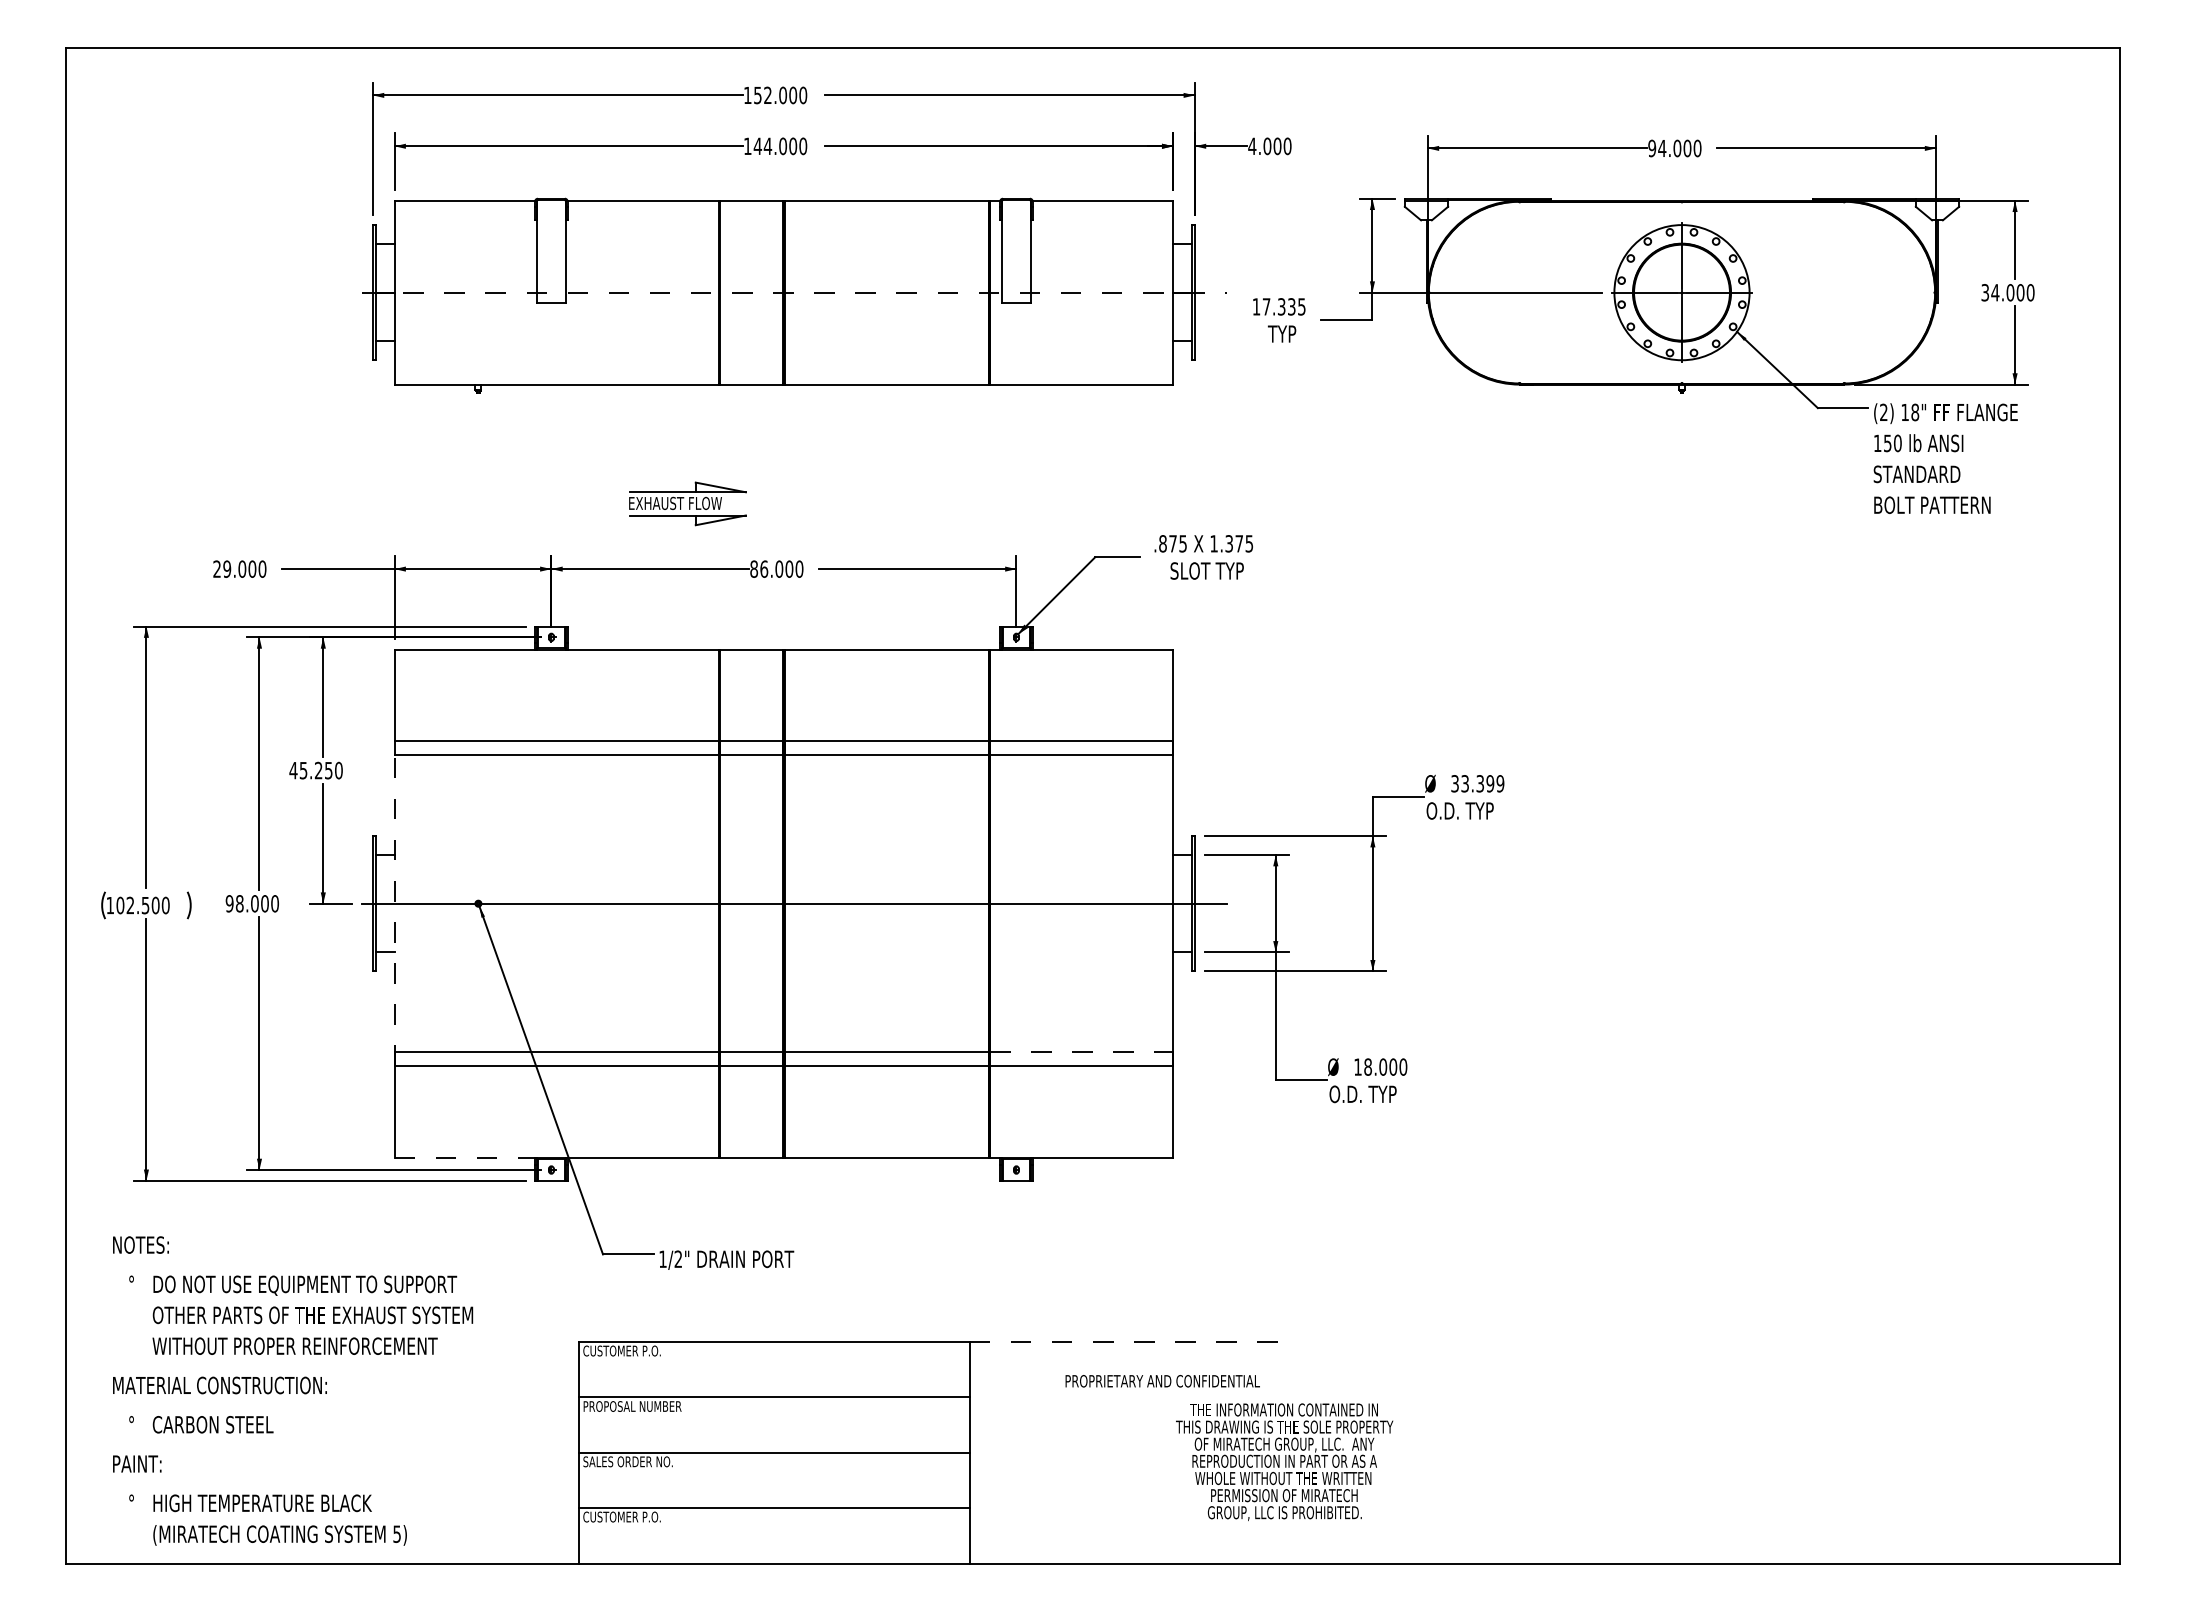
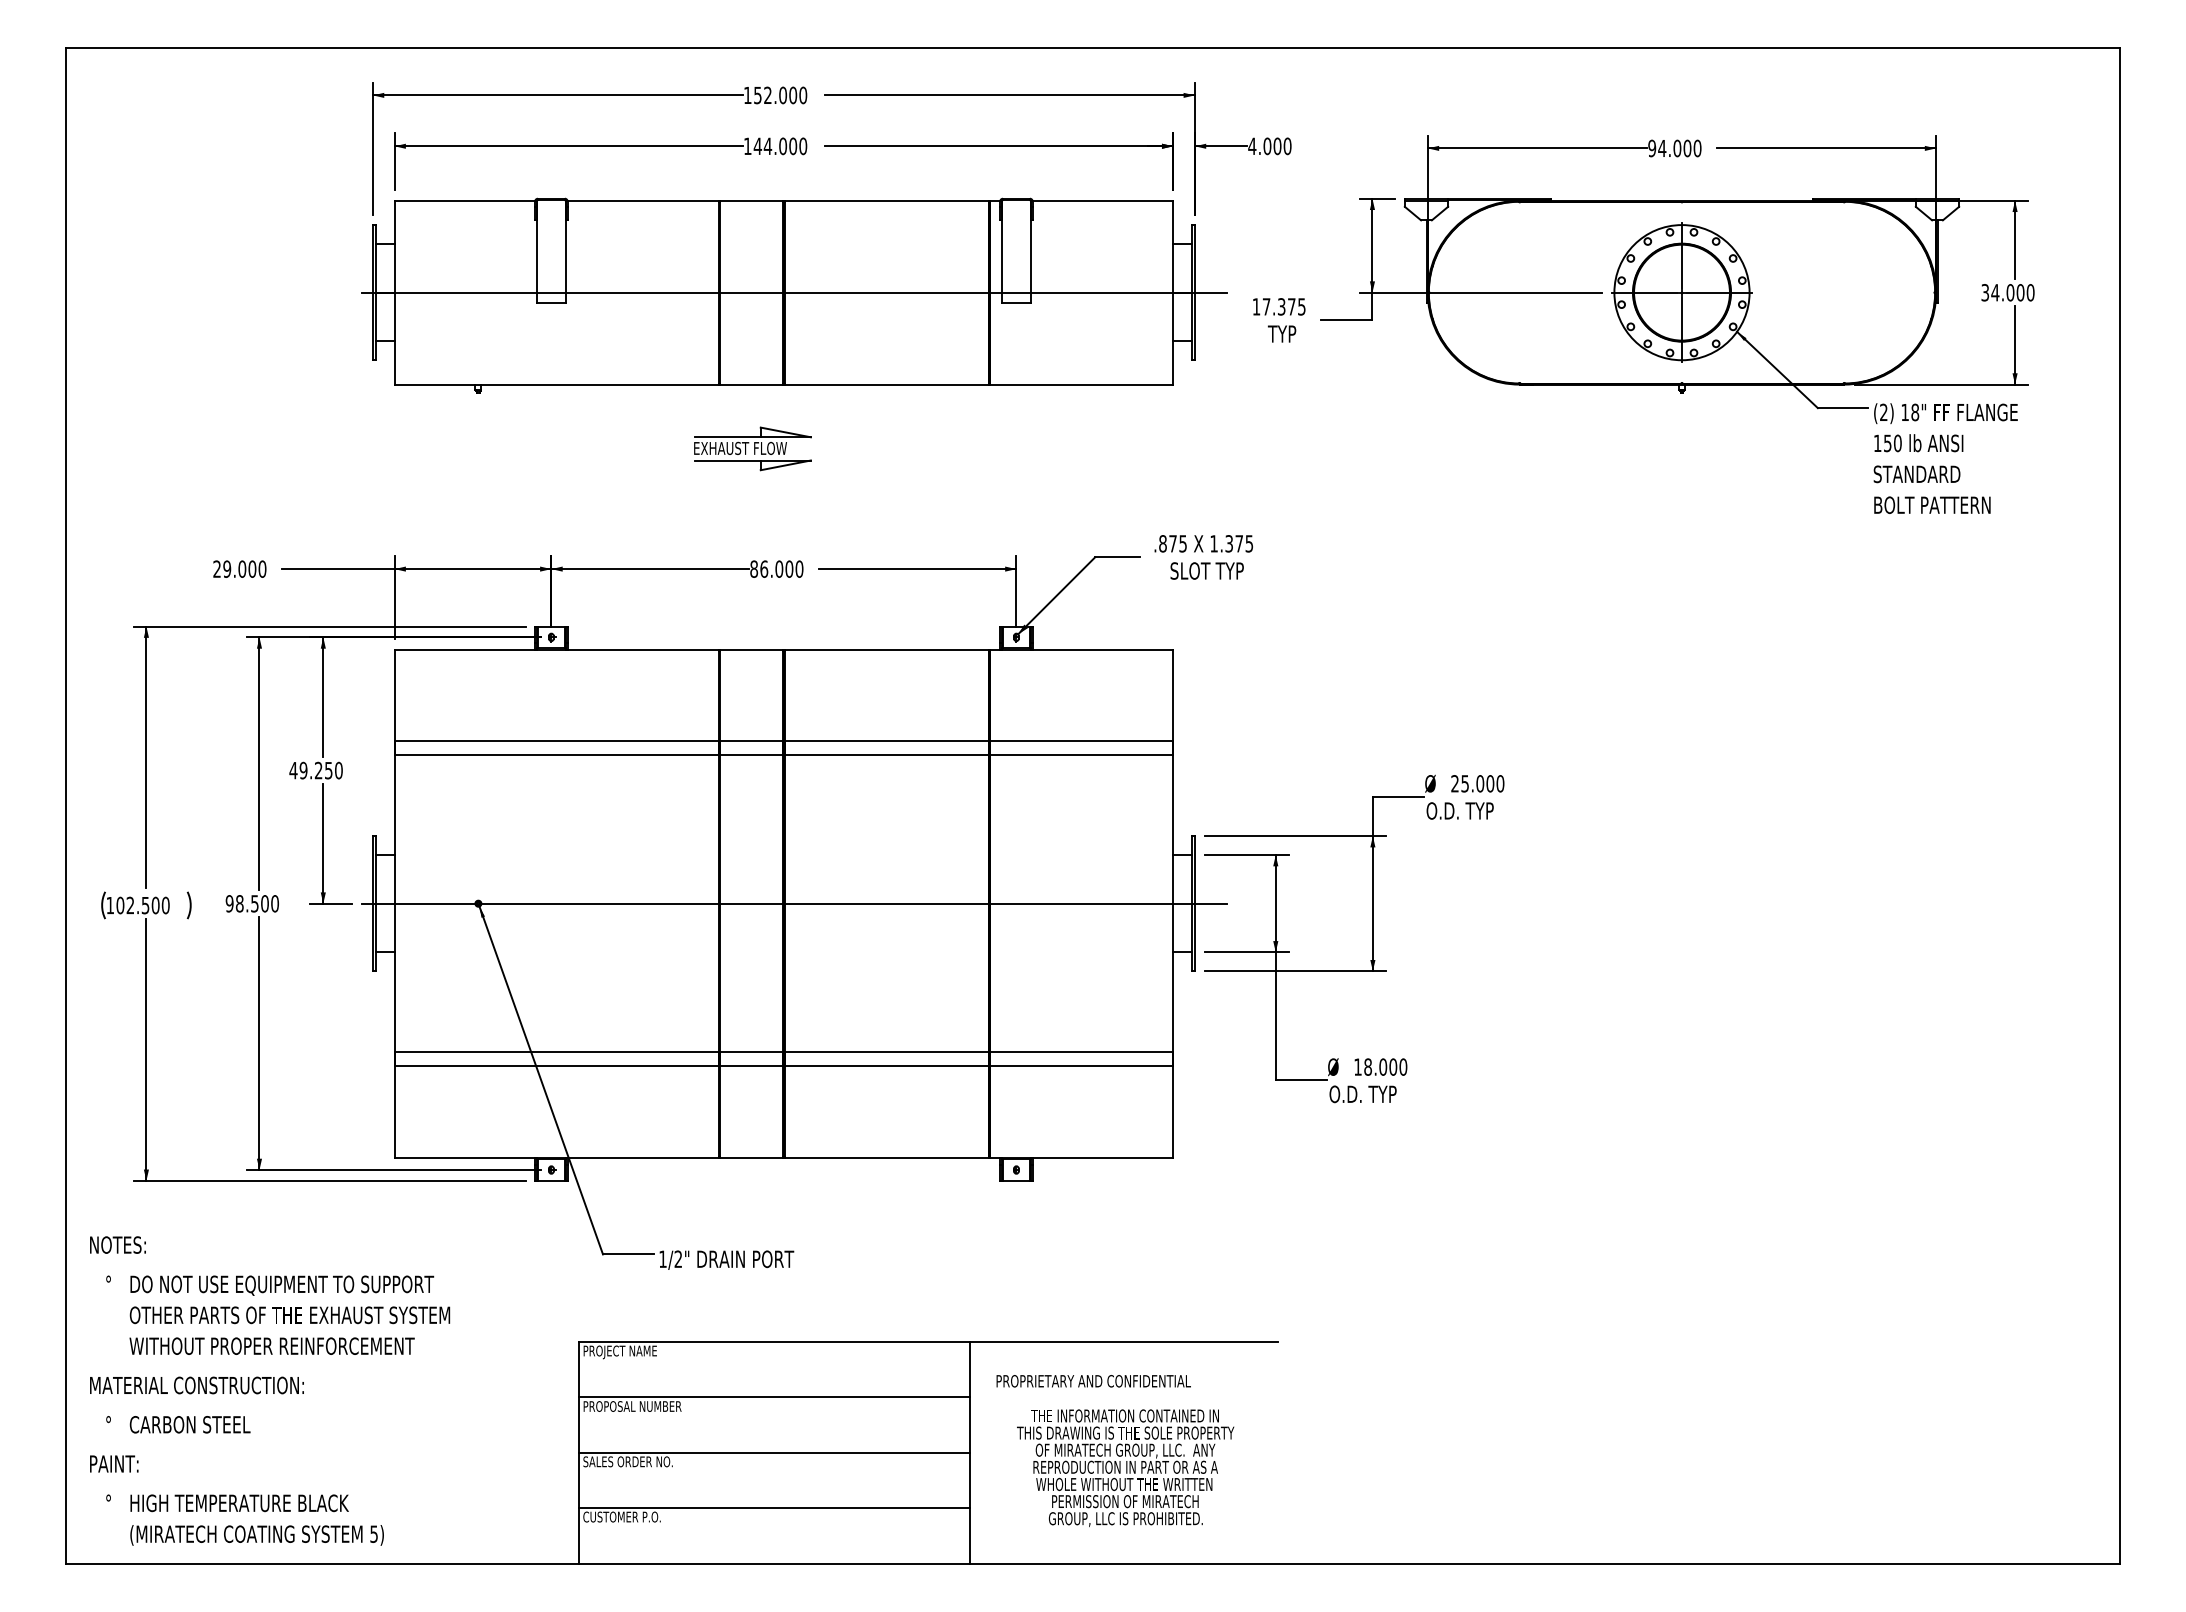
line at (794, 292): dashed -> solid
text at (1291, 306): 17.335 -> 17.375
part at (687, 503) position: (687, 503) -> (752, 448)
text at (303, 770): 45.250 -> 49.250
text at (1477, 783): 33.399 -> 25.000
text at (254, 903): 98.000 -> 98.500
line at (394, 903): dashed -> solid
line at (1081, 1052): dashed -> solid
line at (466, 1157): dashed -> solid
line at (1123, 1341): dashed -> solid
text at (621, 1352): CUSTOMER P.O. -> PROJECT NAME
text at (1162, 1381) position: (1162, 1381) -> (1093, 1381)
text at (293, 1390) position: (293, 1390) -> (270, 1390)
text at (1284, 1462) position: (1284, 1462) -> (1125, 1468)
